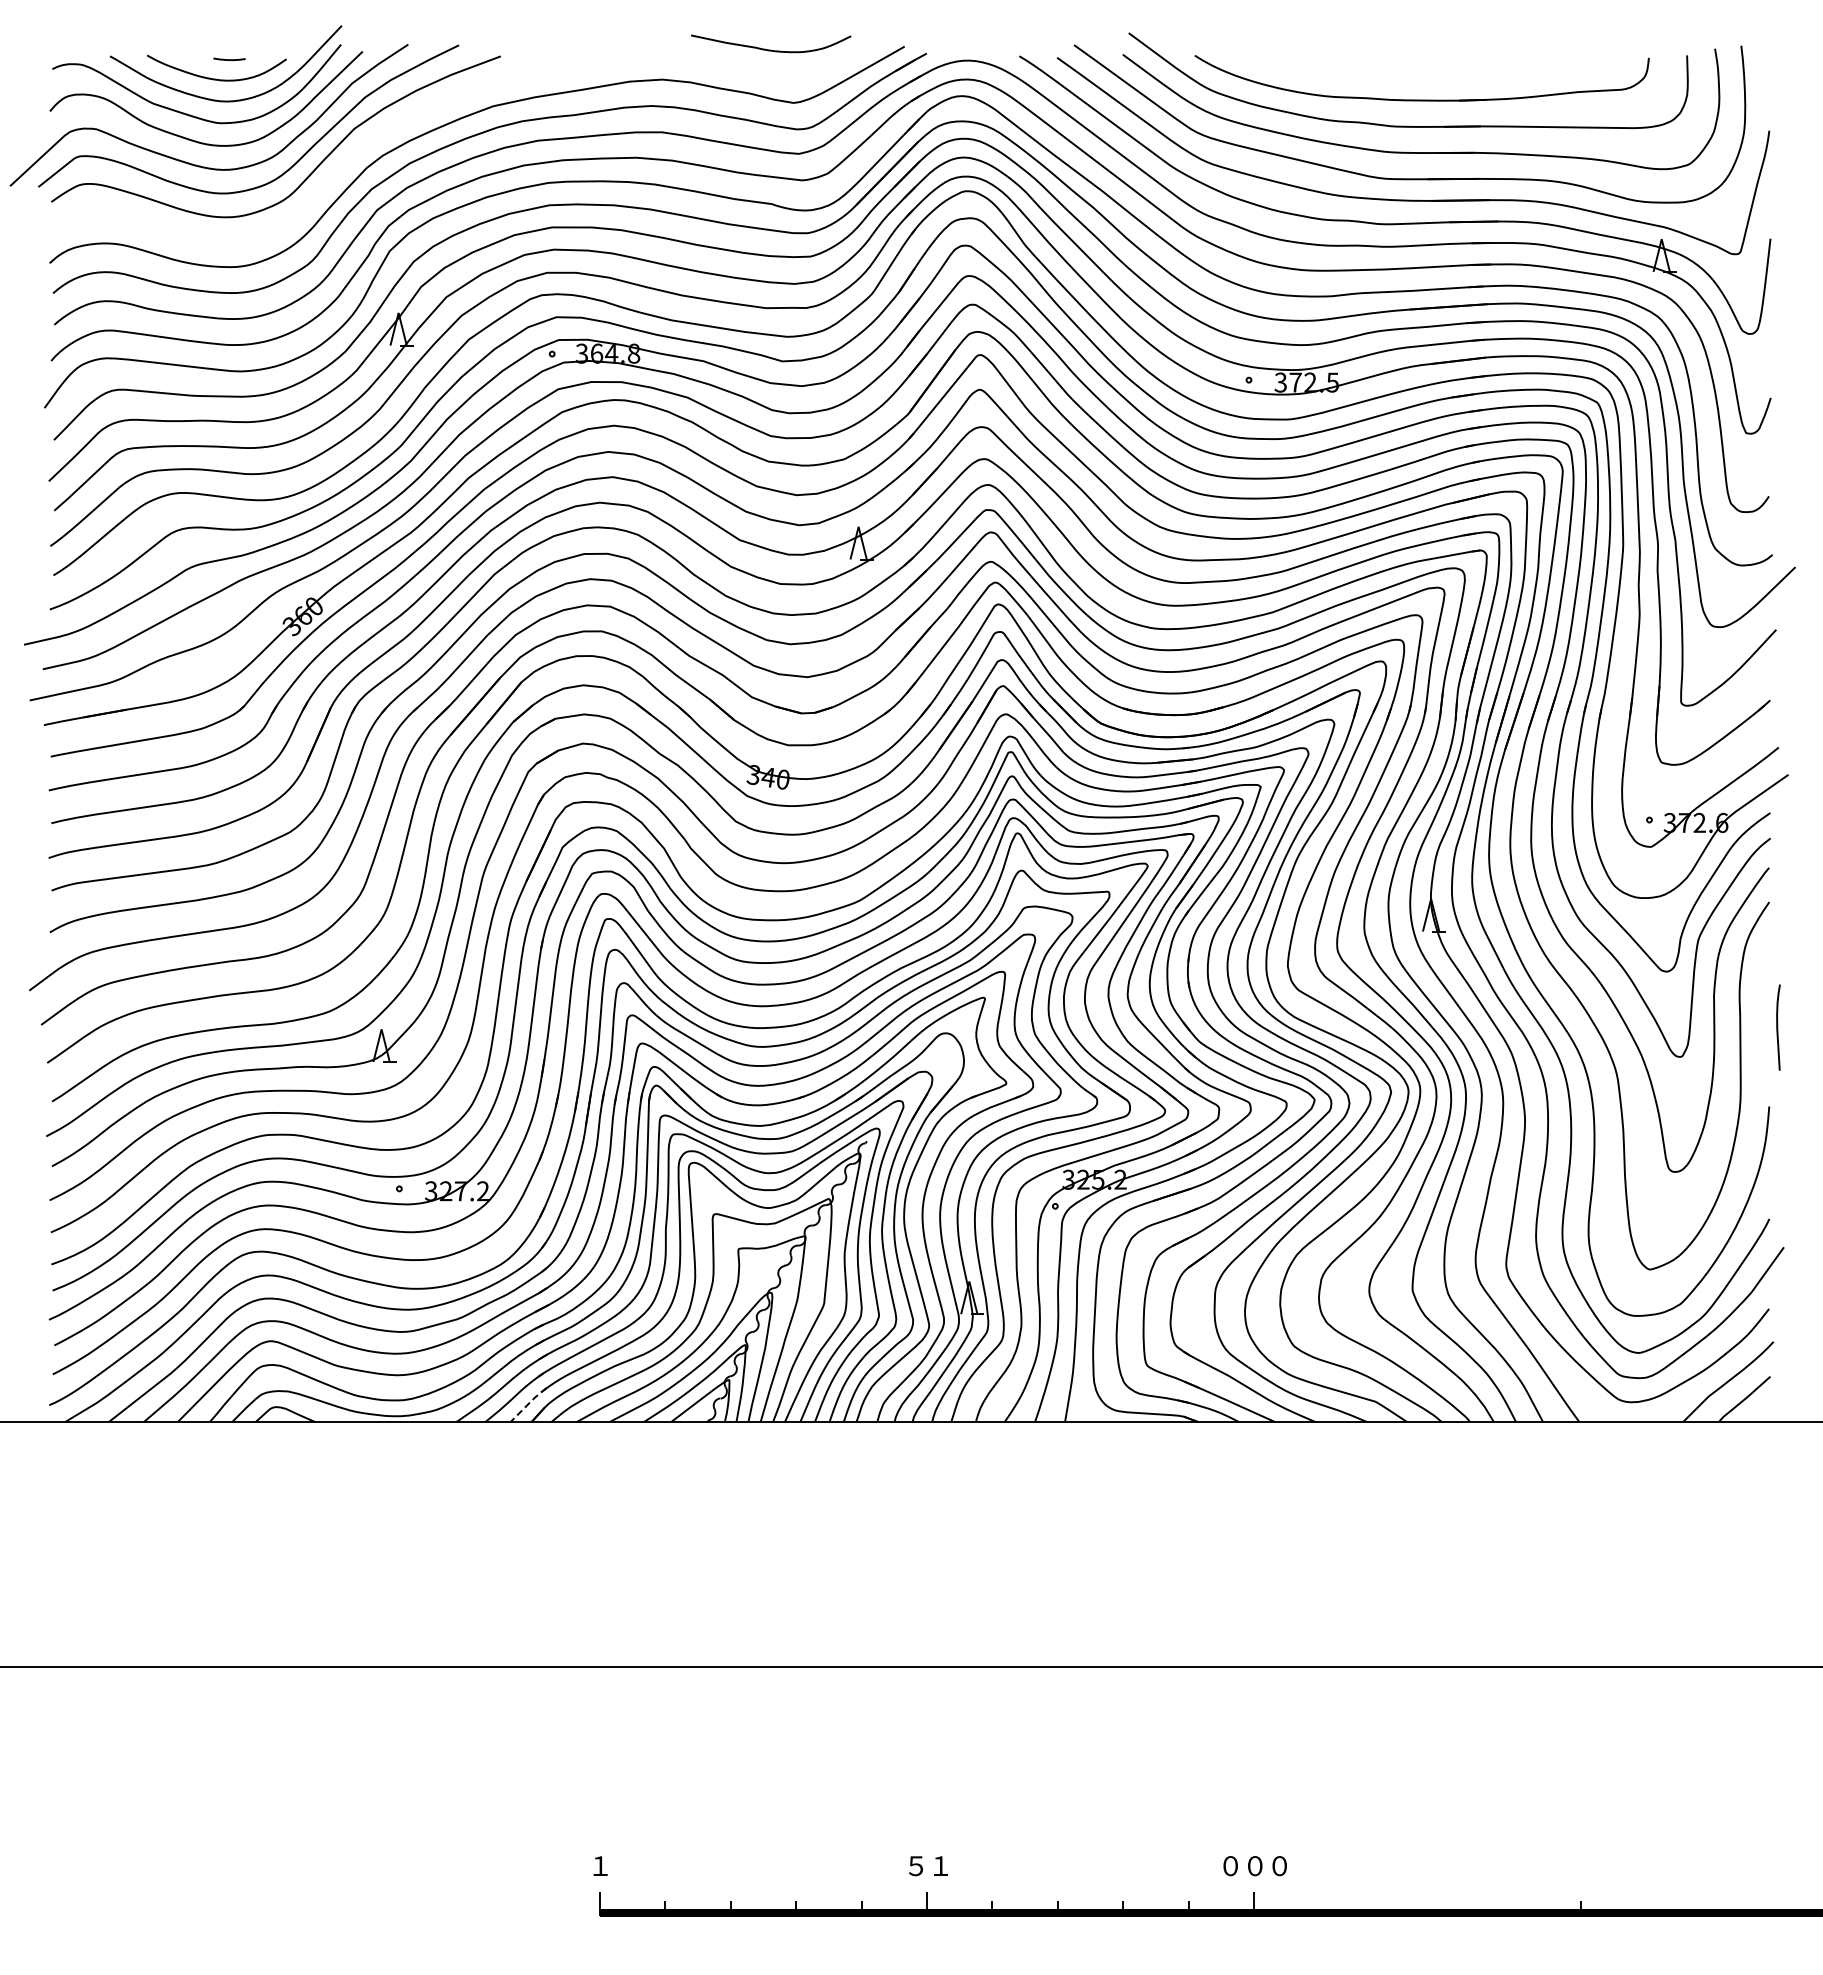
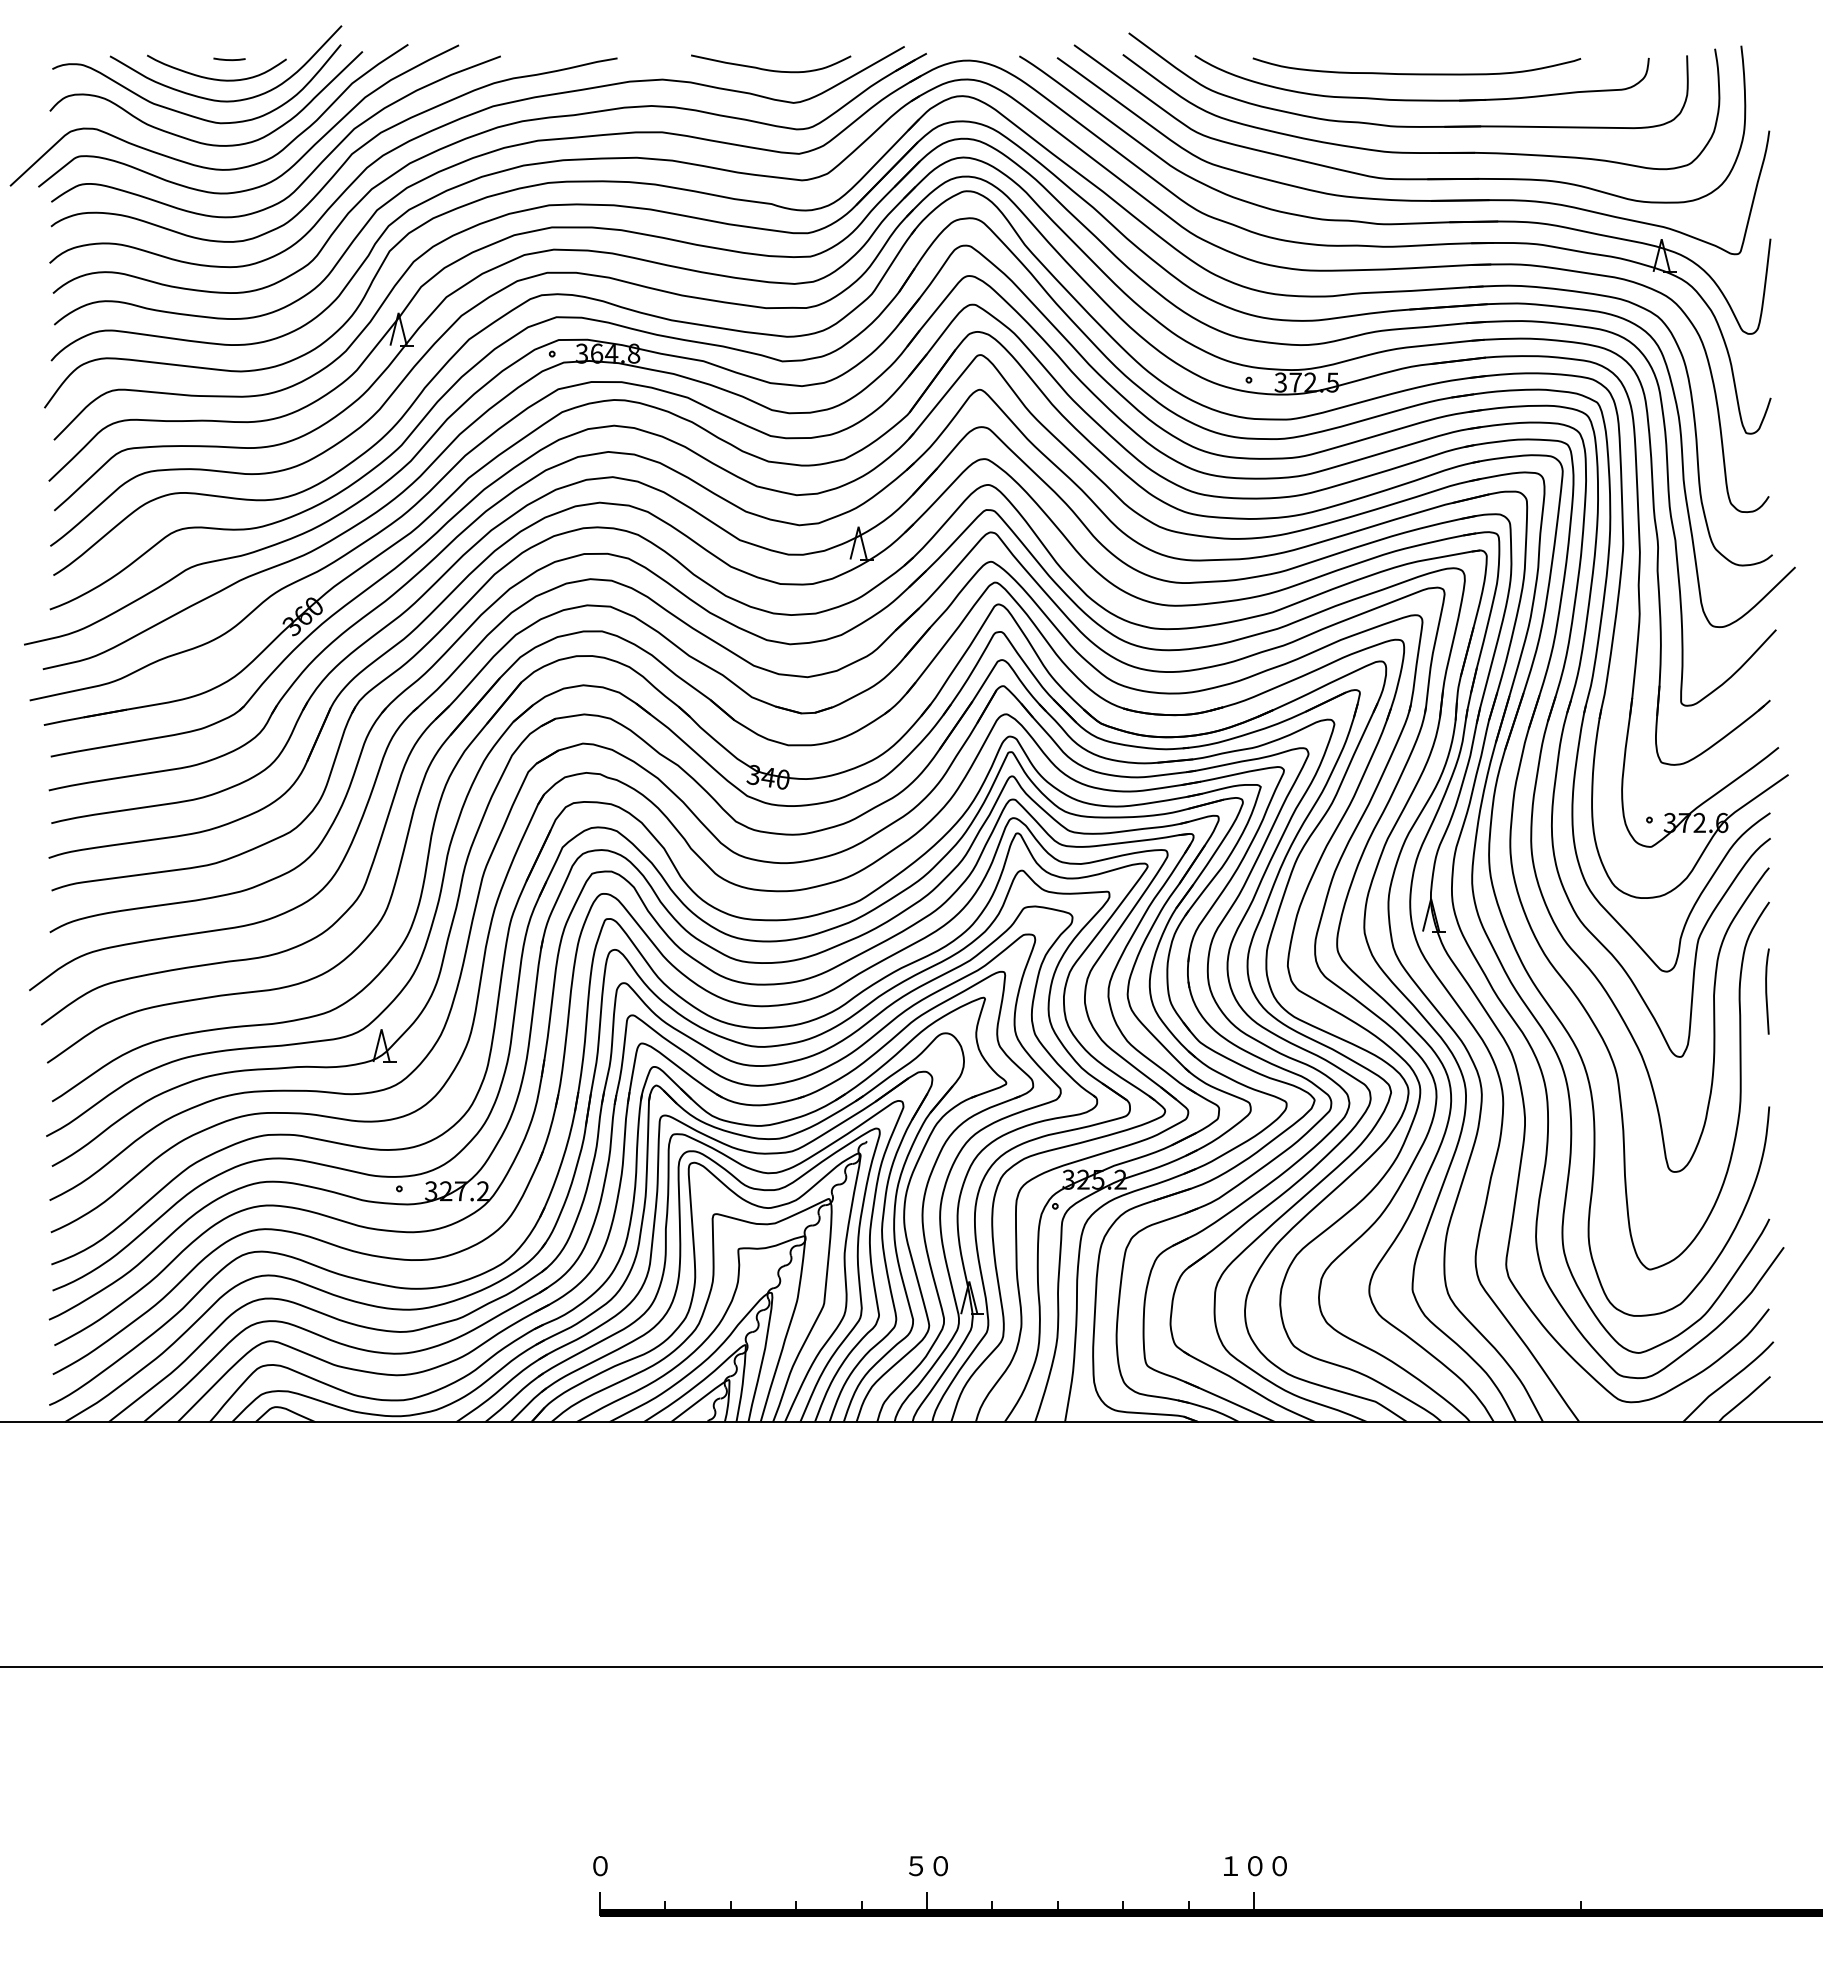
curve at (771, 49) position: (771, 49) -> (771, 69)
curve at (1416, 73): none -> present
curve at (347, 157): none -> present
curve at (1778, 1027) position: (1778, 1027) -> (1767, 991)
line at (528, 1404): dashed -> solid
text at (600, 1866): １ -> ０
text at (940, 1866): １ -> ０
text at (1230, 1866): ０ -> １
